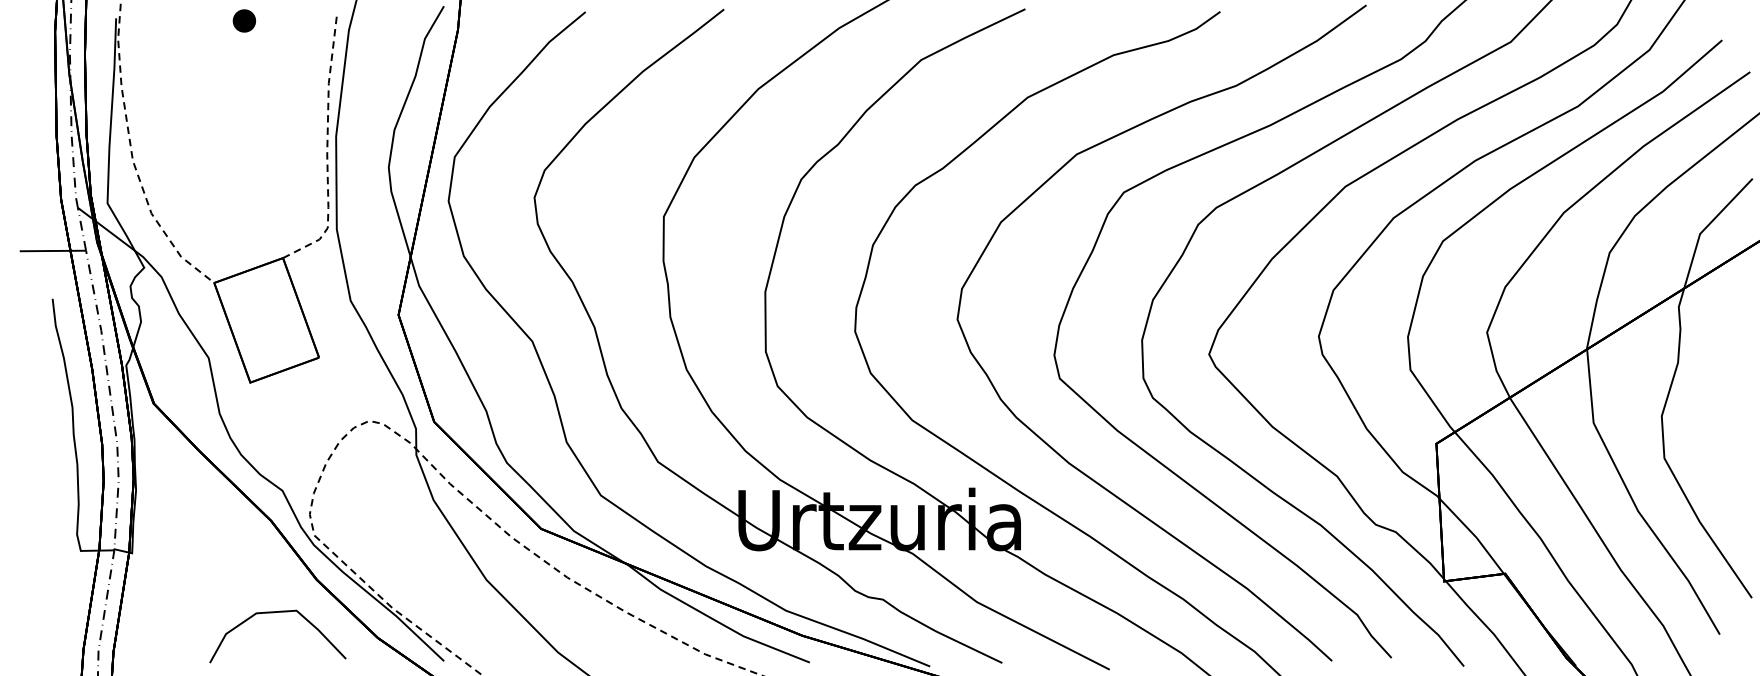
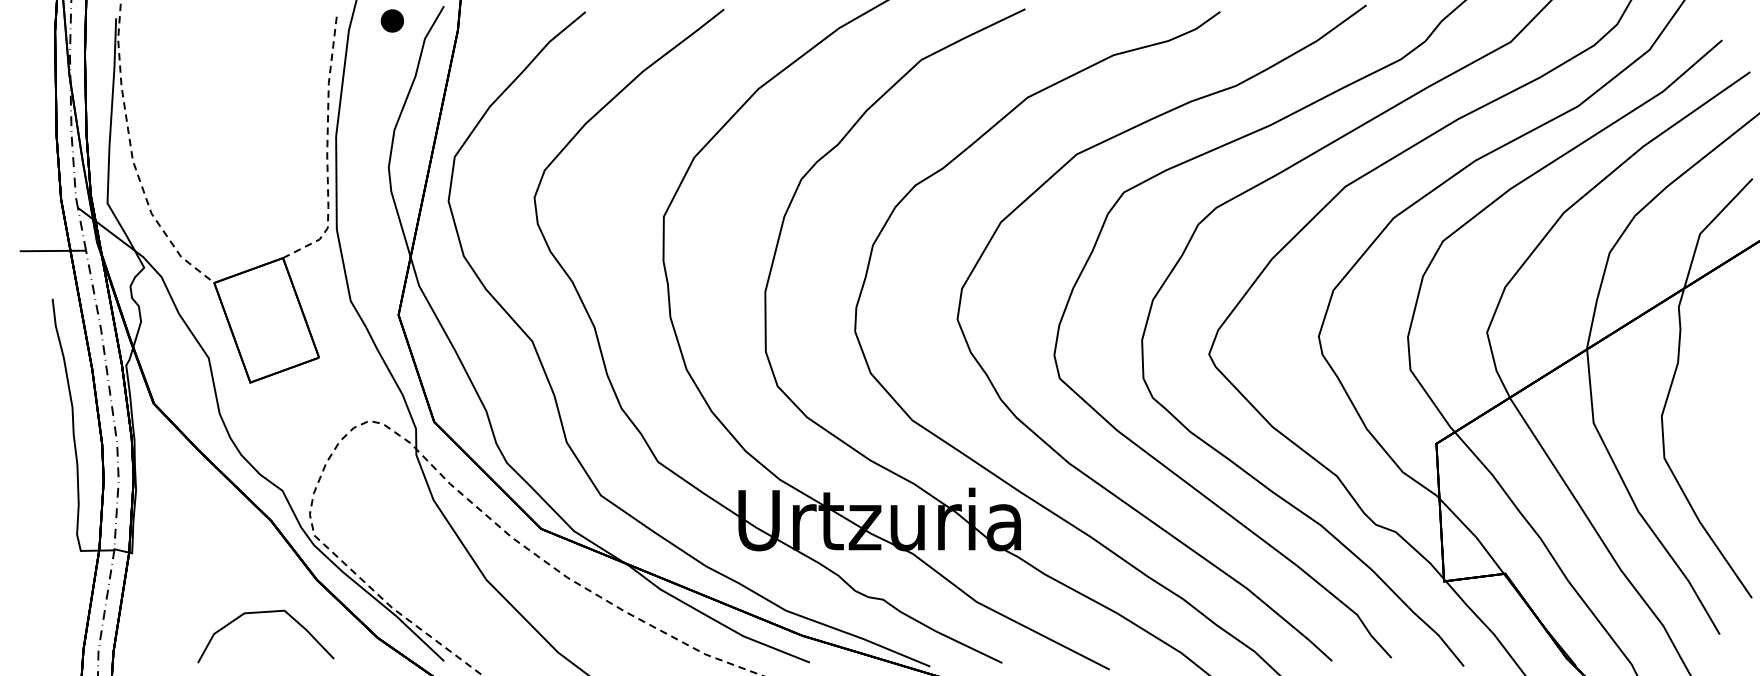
part at (243, 20) position: (243, 20) -> (391, 20)
curve at (274, 613) position: (274, 613) -> (262, 613)
